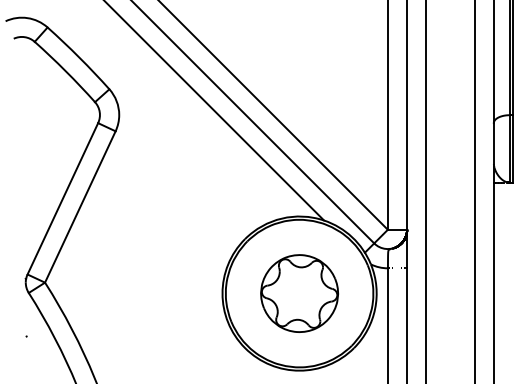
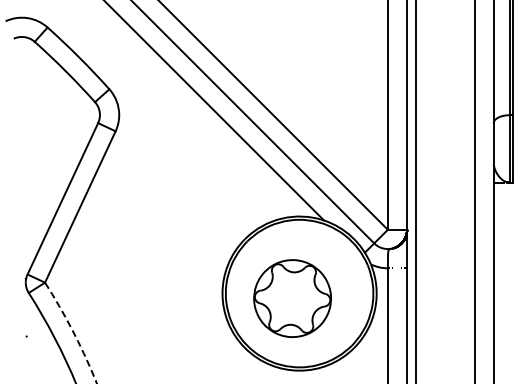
line at (426, 191) position: (426, 191) -> (416, 191)
part at (299, 293) position: (299, 293) -> (292, 298)
arc at (73, 332): solid -> dashed
